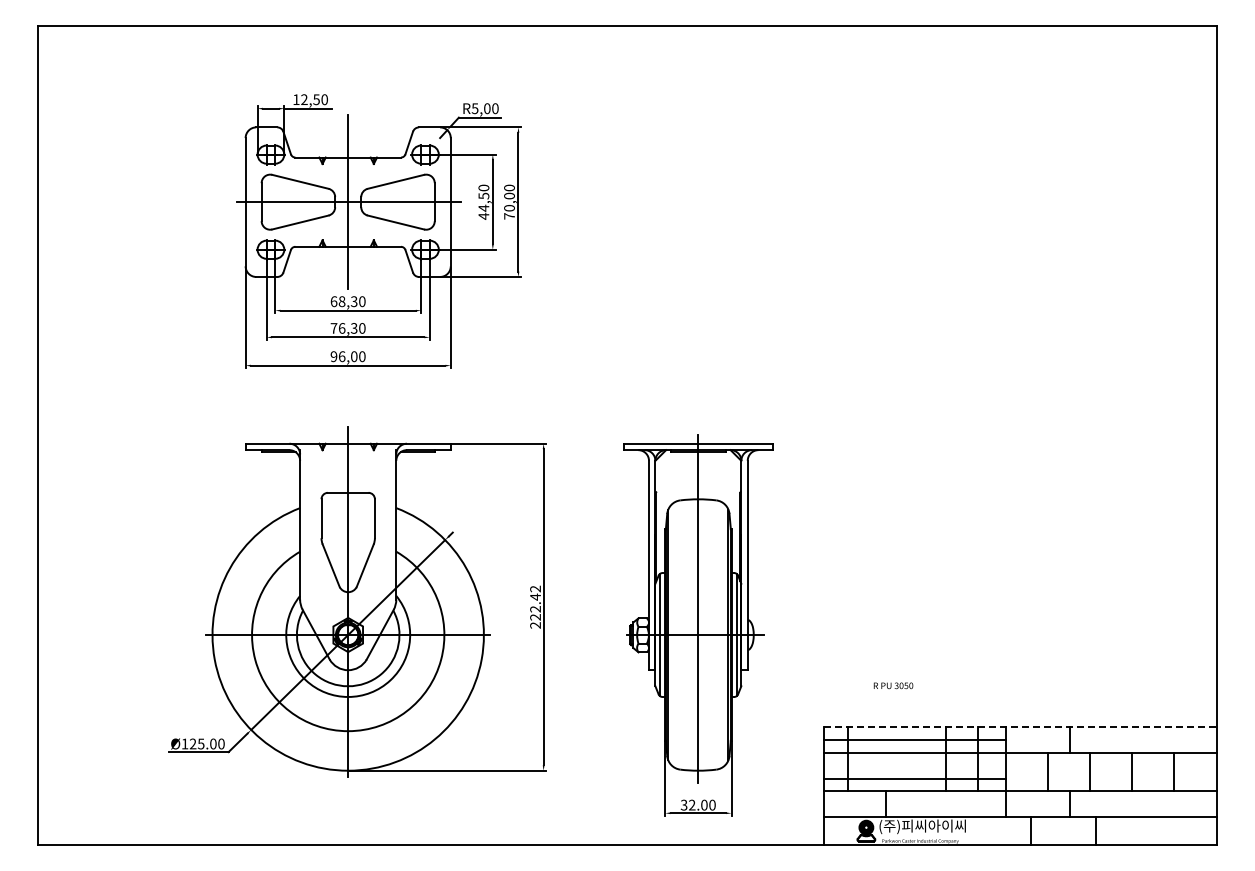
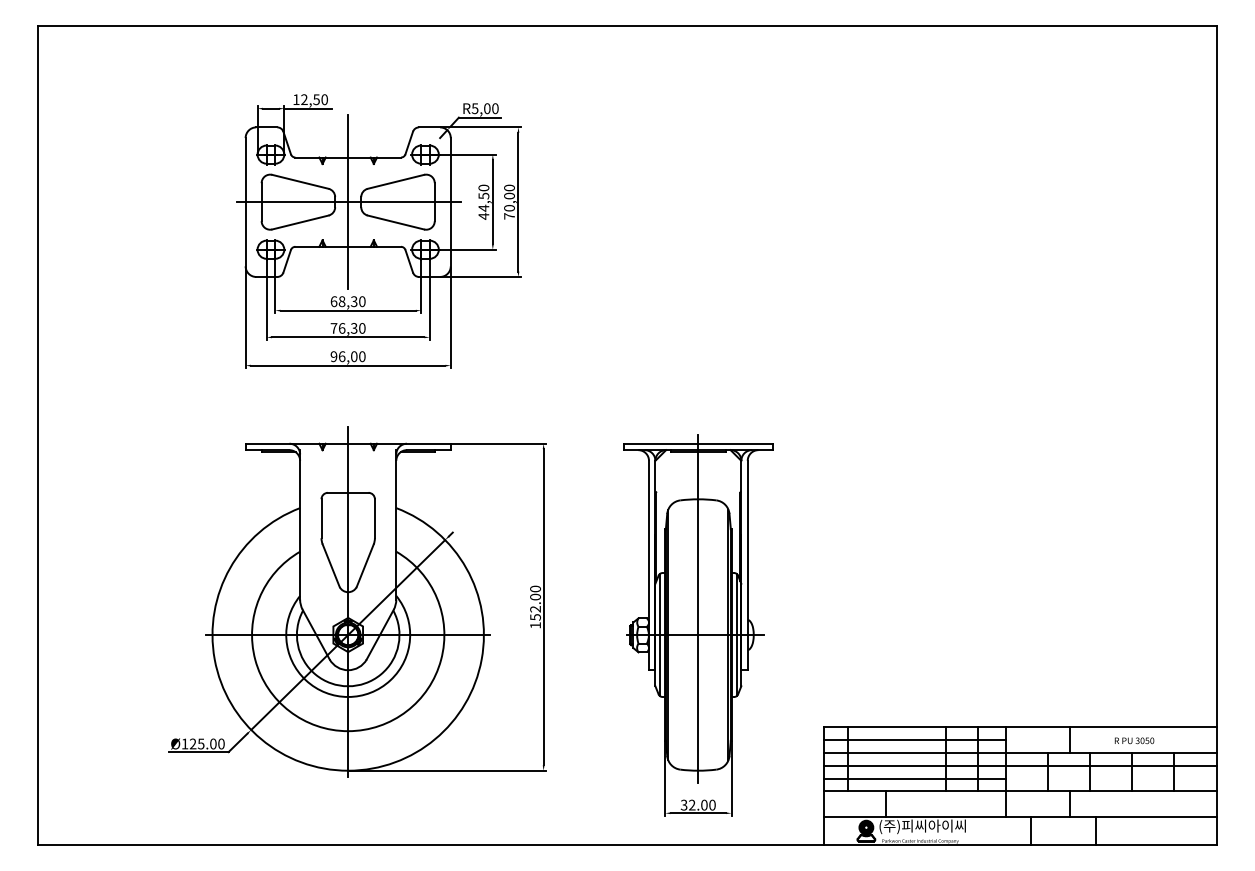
text at (535, 606): 222.42 -> 152.00
text at (893, 685) position: (893, 685) -> (1134, 740)
line at (1020, 727): dashed -> solid
line at (1020, 765): none -> present
